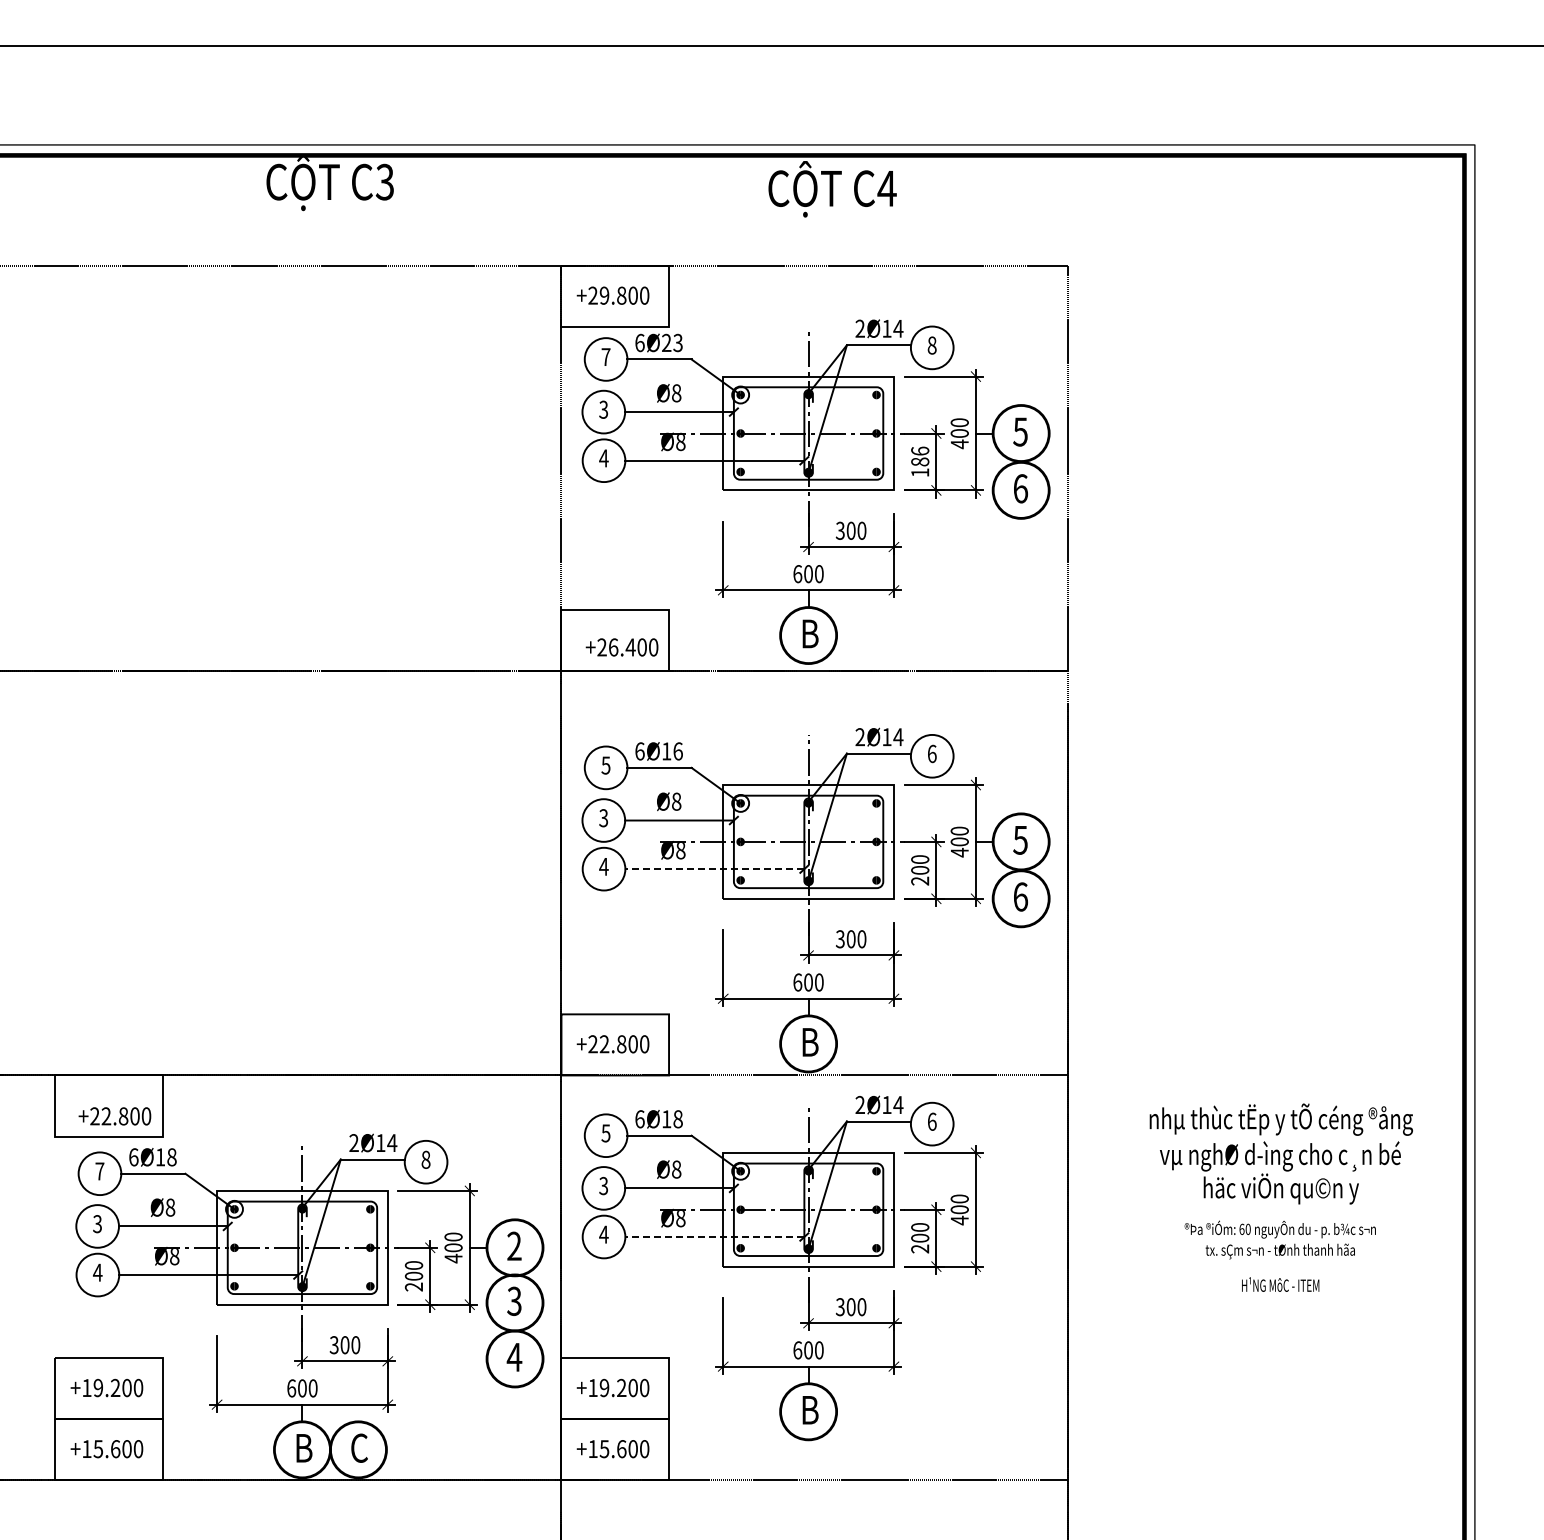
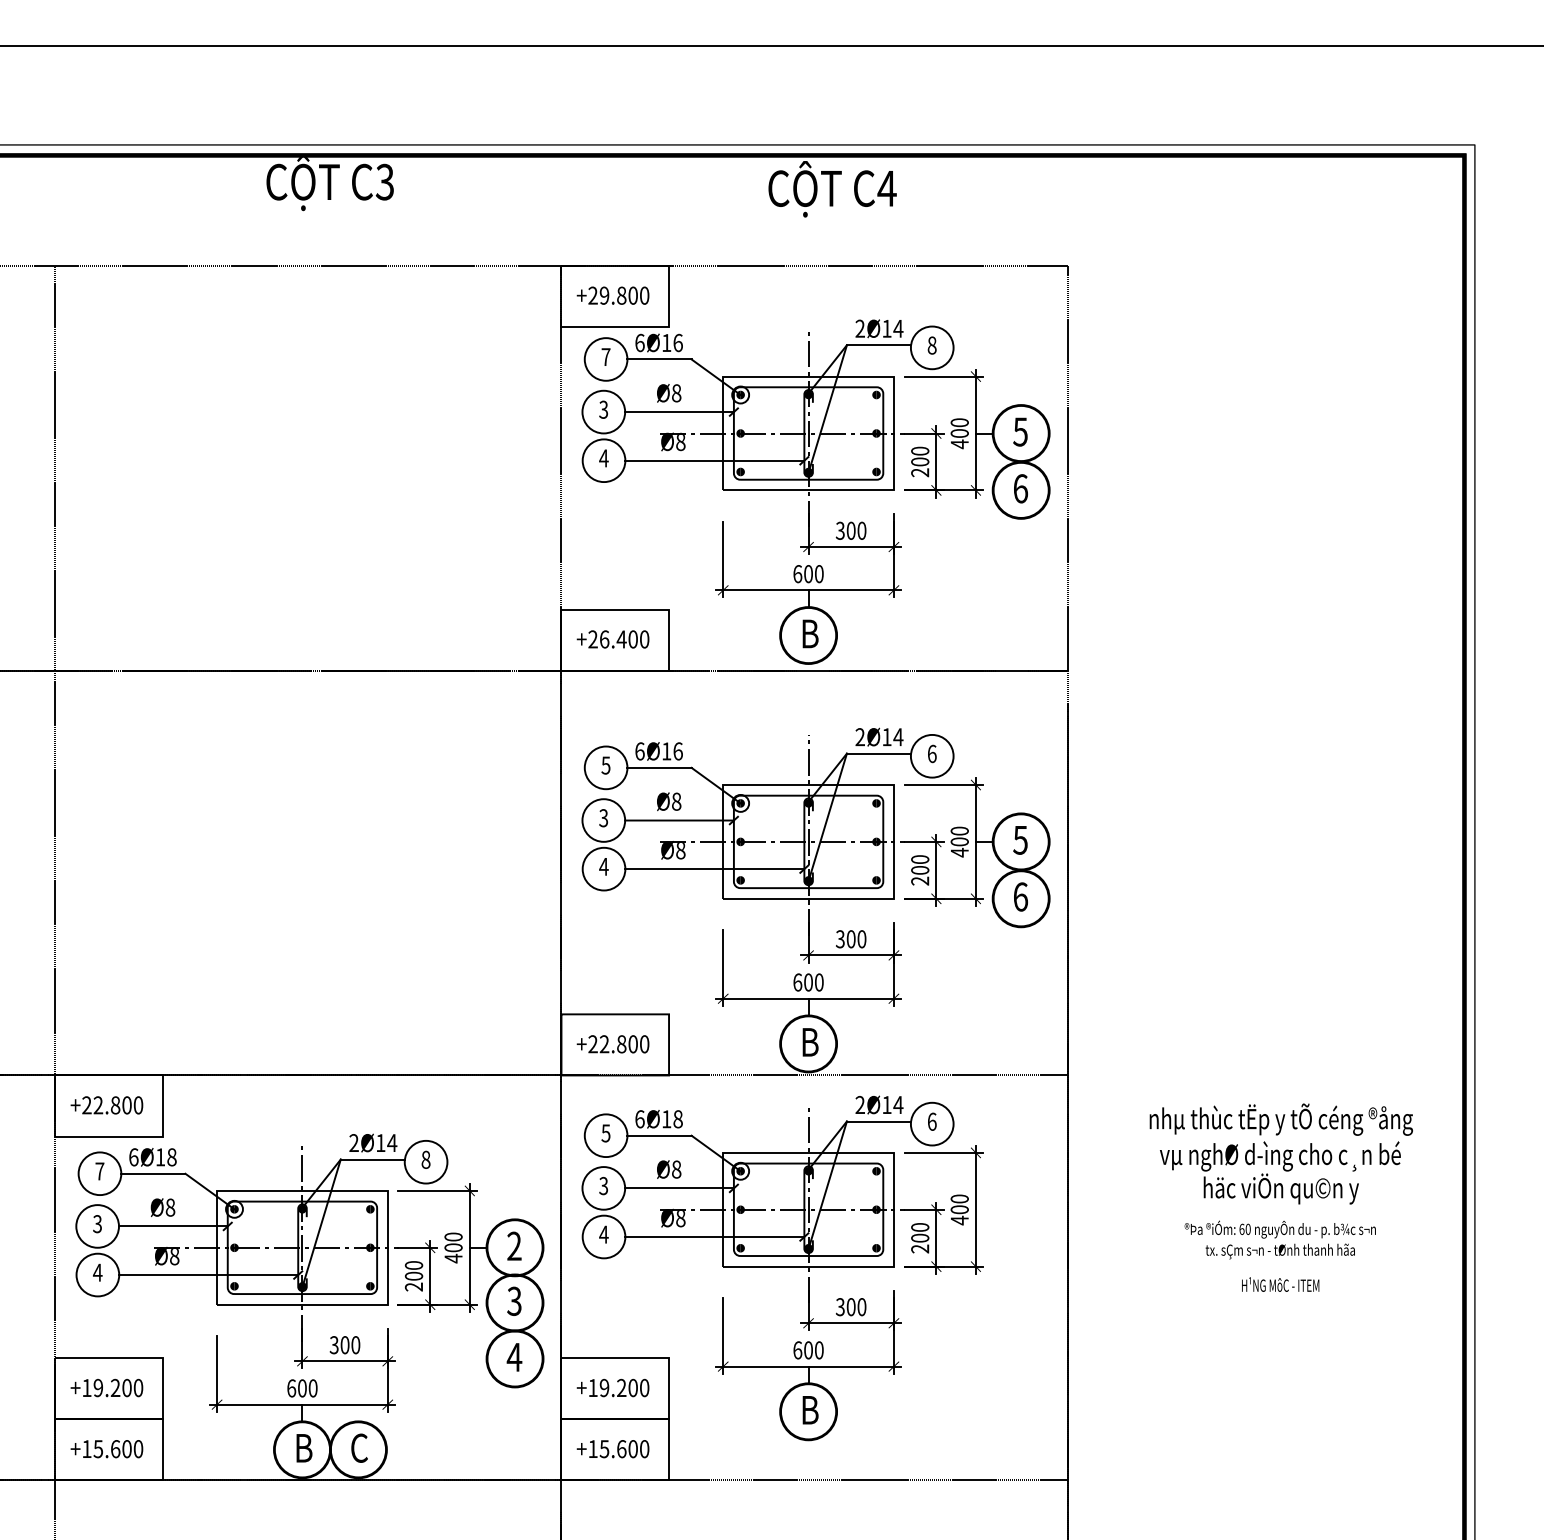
text at (672, 342): 6Ø23 -> 6Ø16
text at (920, 461): 186 -> 200
text at (621, 647) position: (621, 647) -> (612, 639)
line at (714, 869): dashed -> solid
line at (55, 900): none -> present
text at (114, 1116) position: (114, 1116) -> (106, 1105)
line at (714, 1237): dashed -> solid
